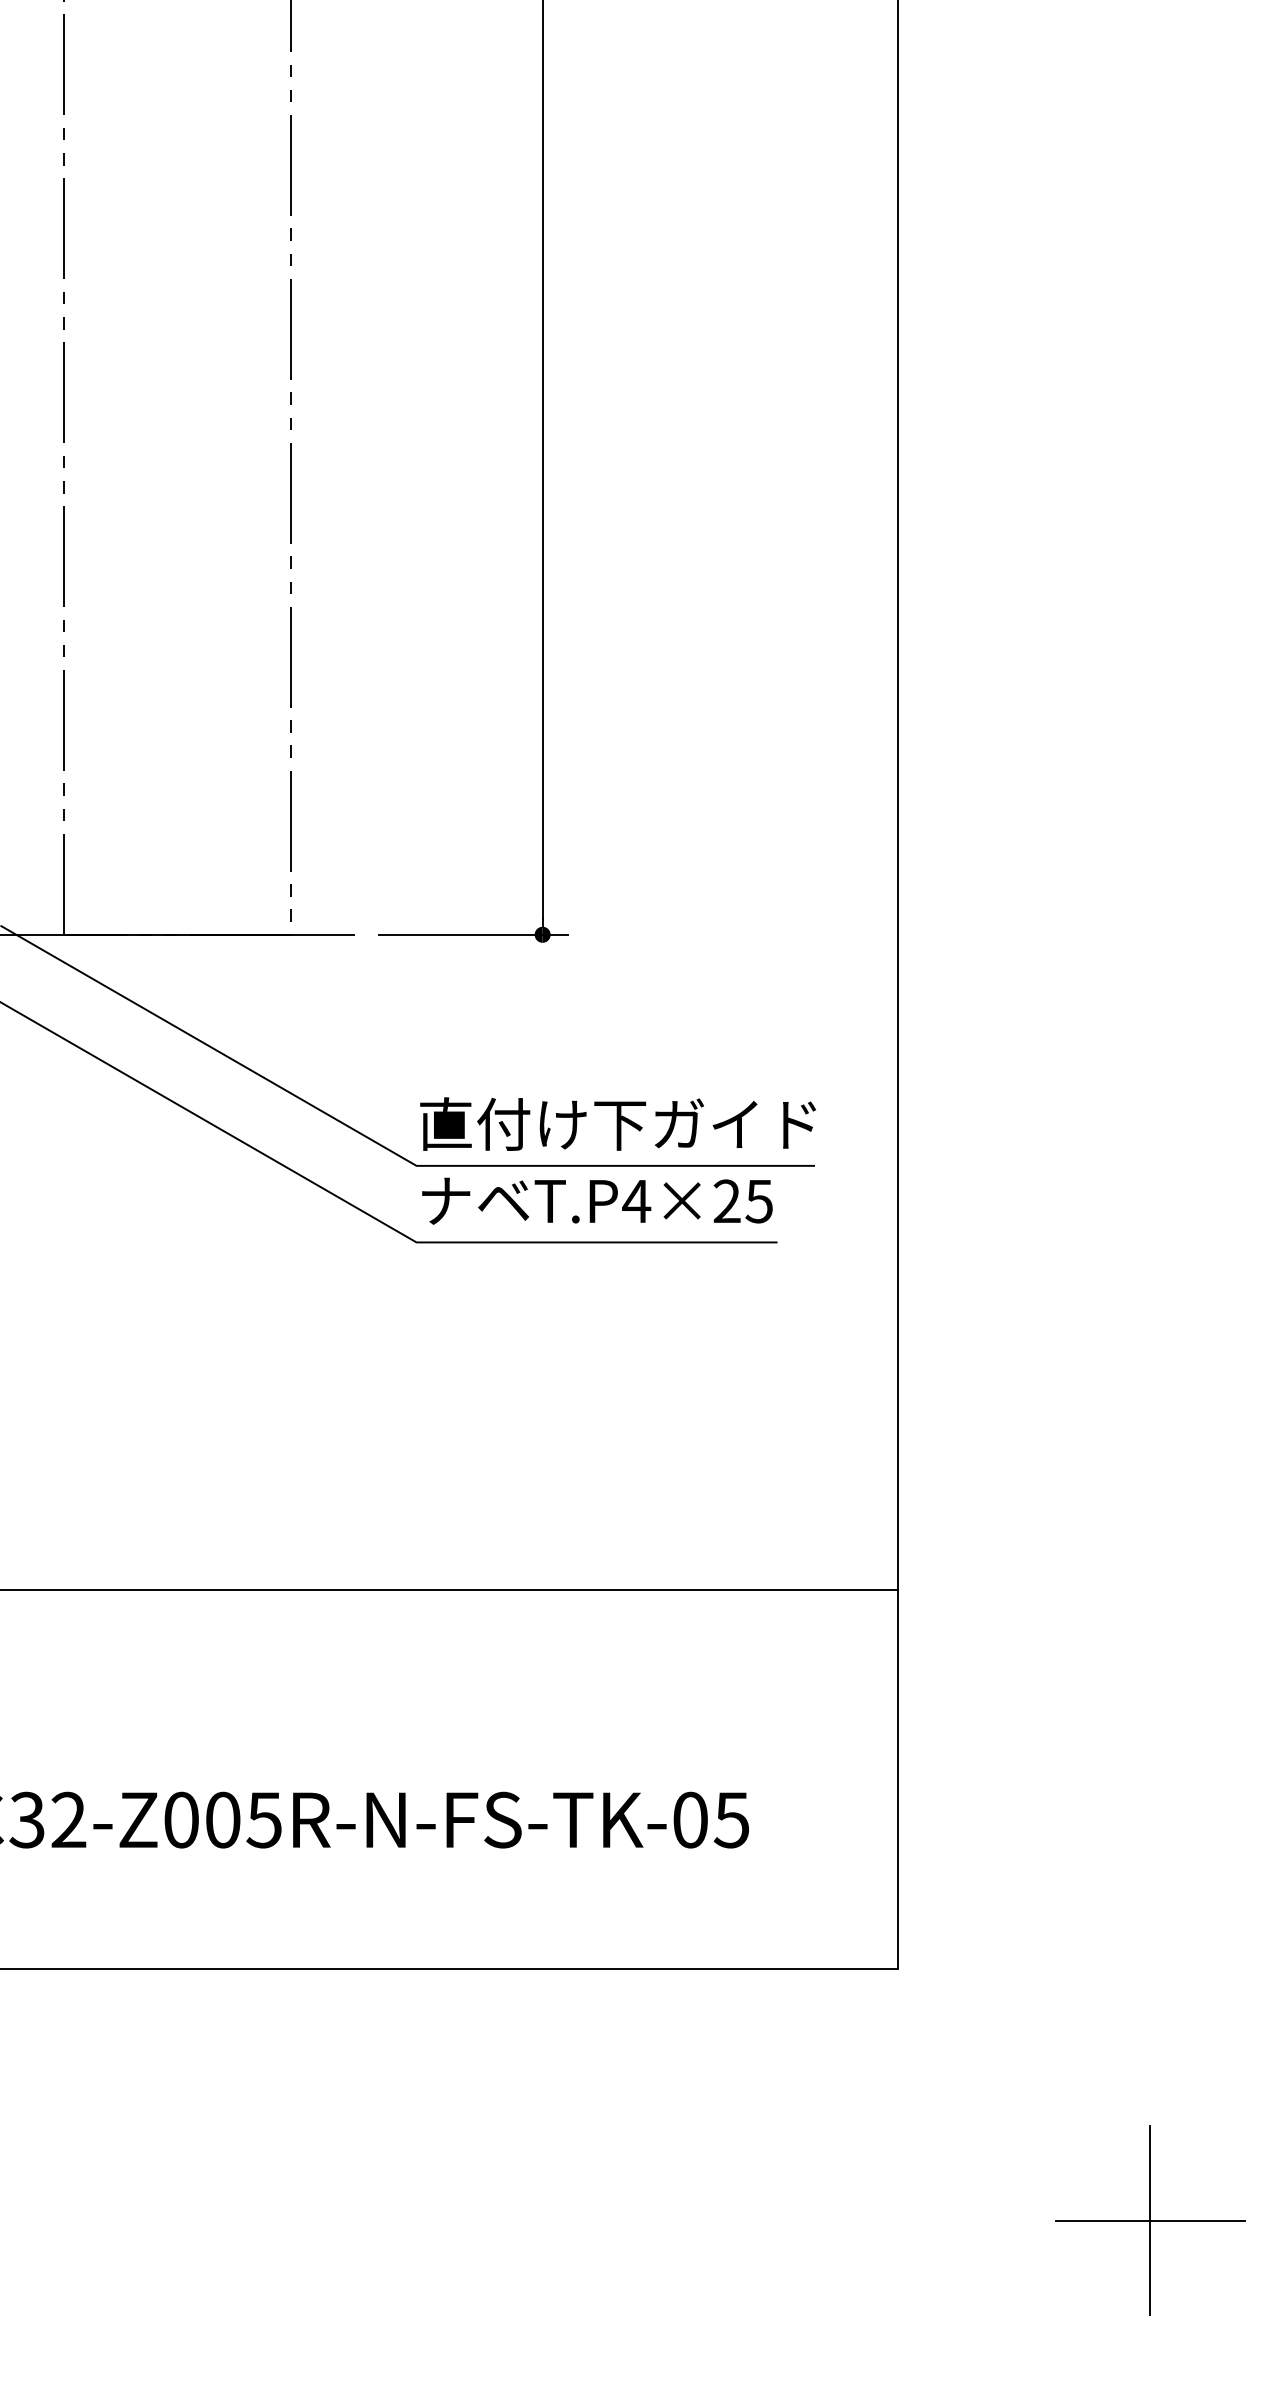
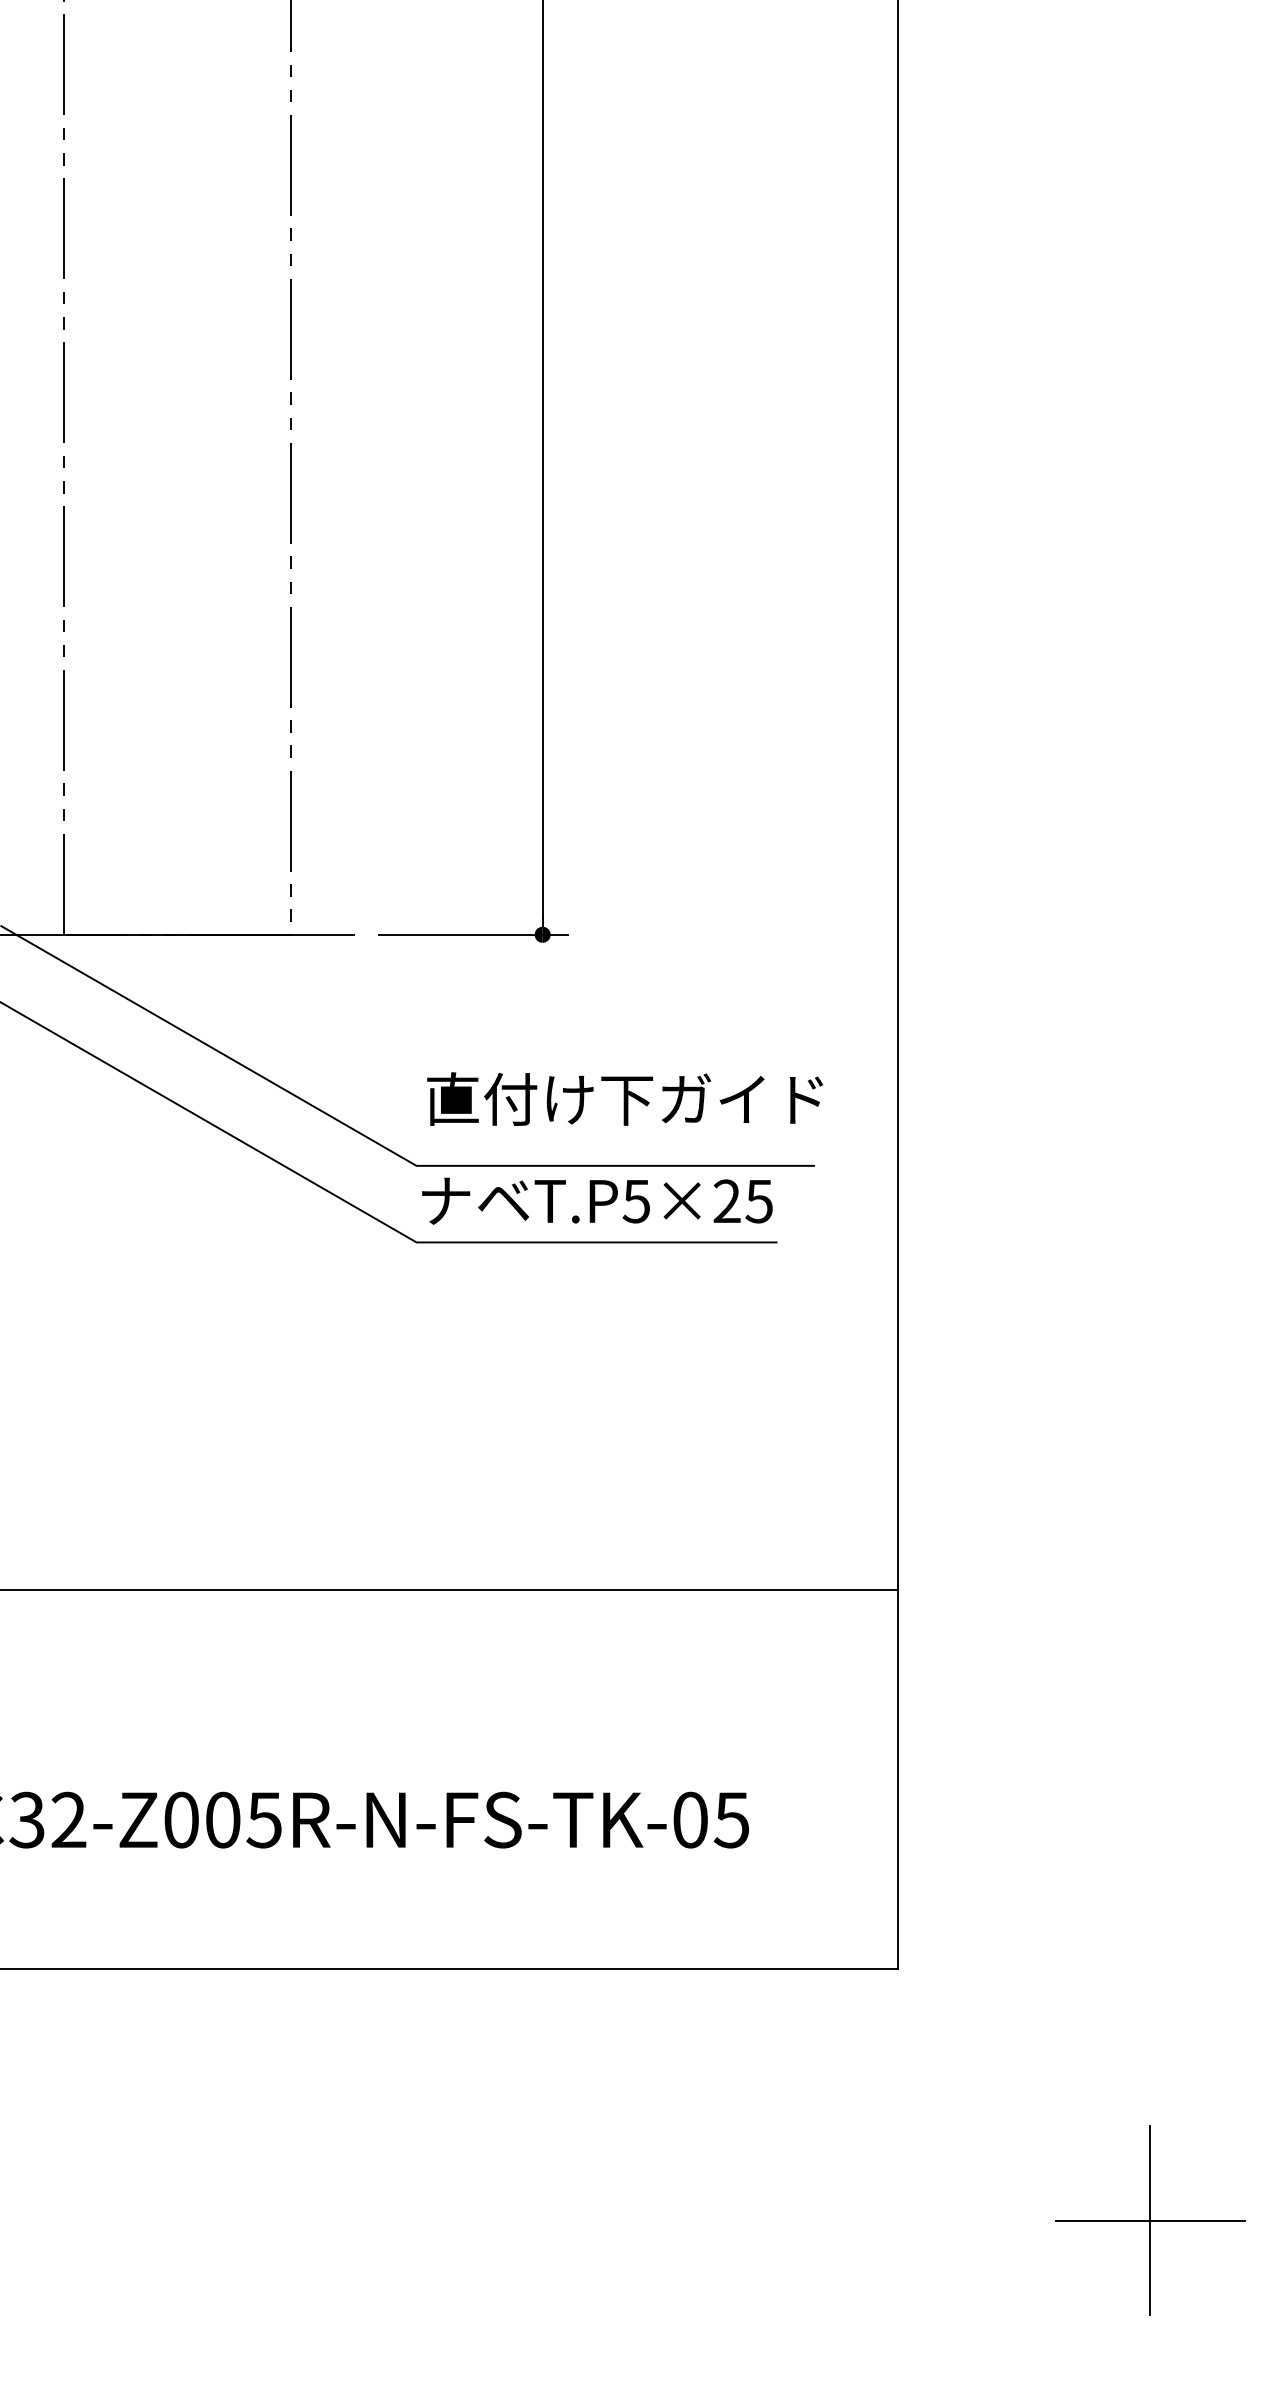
text at (617, 1123) position: (617, 1123) -> (624, 1098)
text at (636, 1201): T.P4×25 -> T.P5×25
